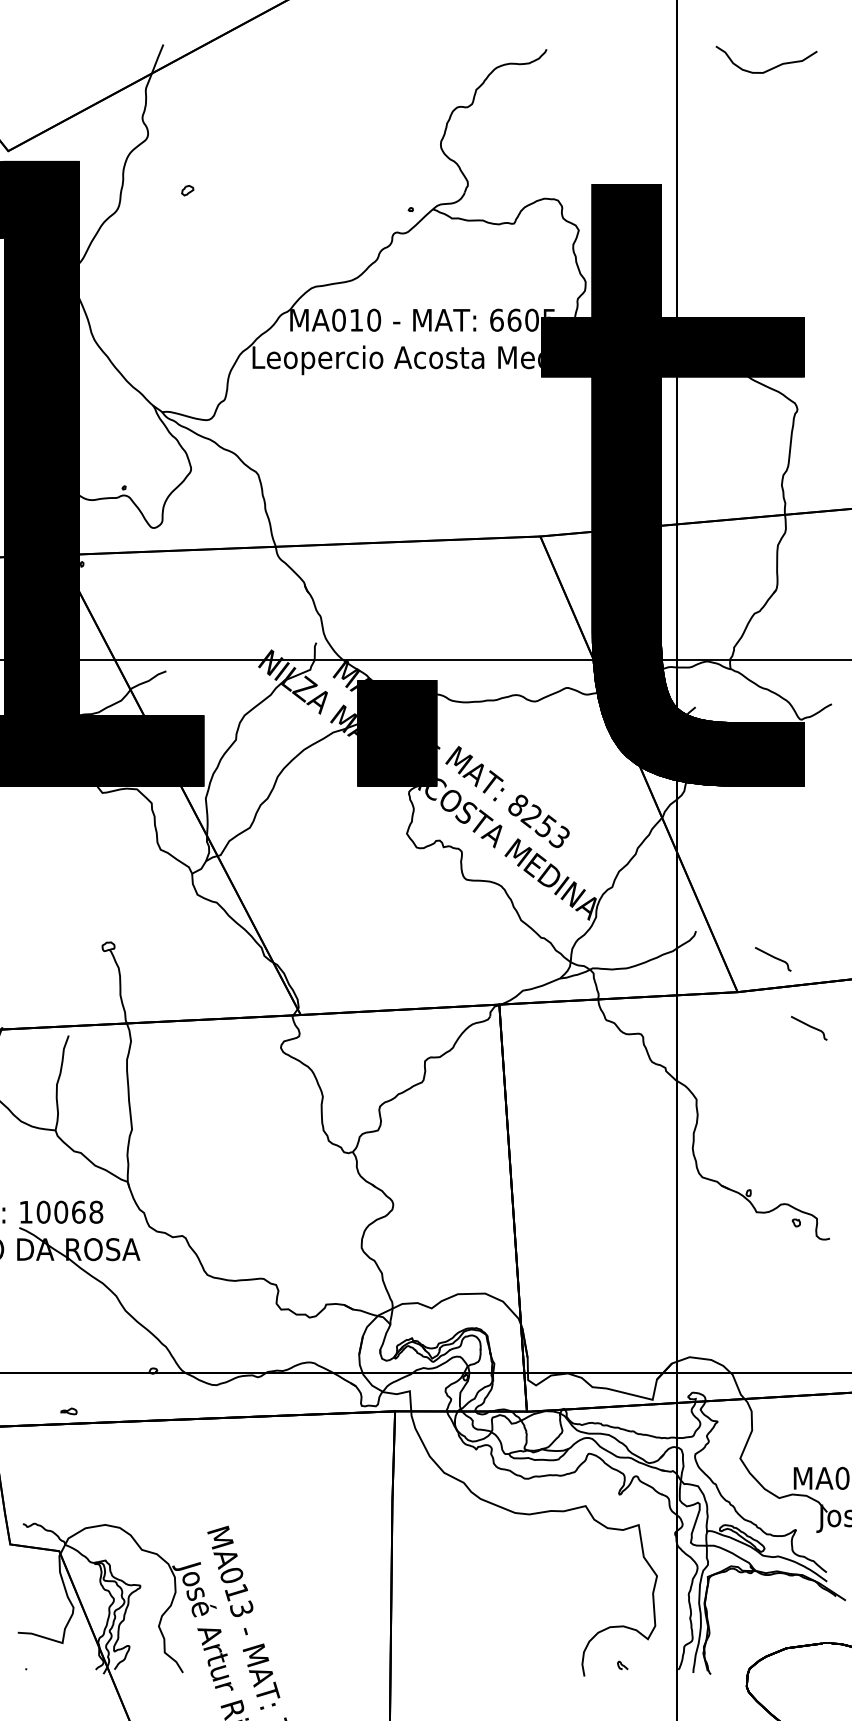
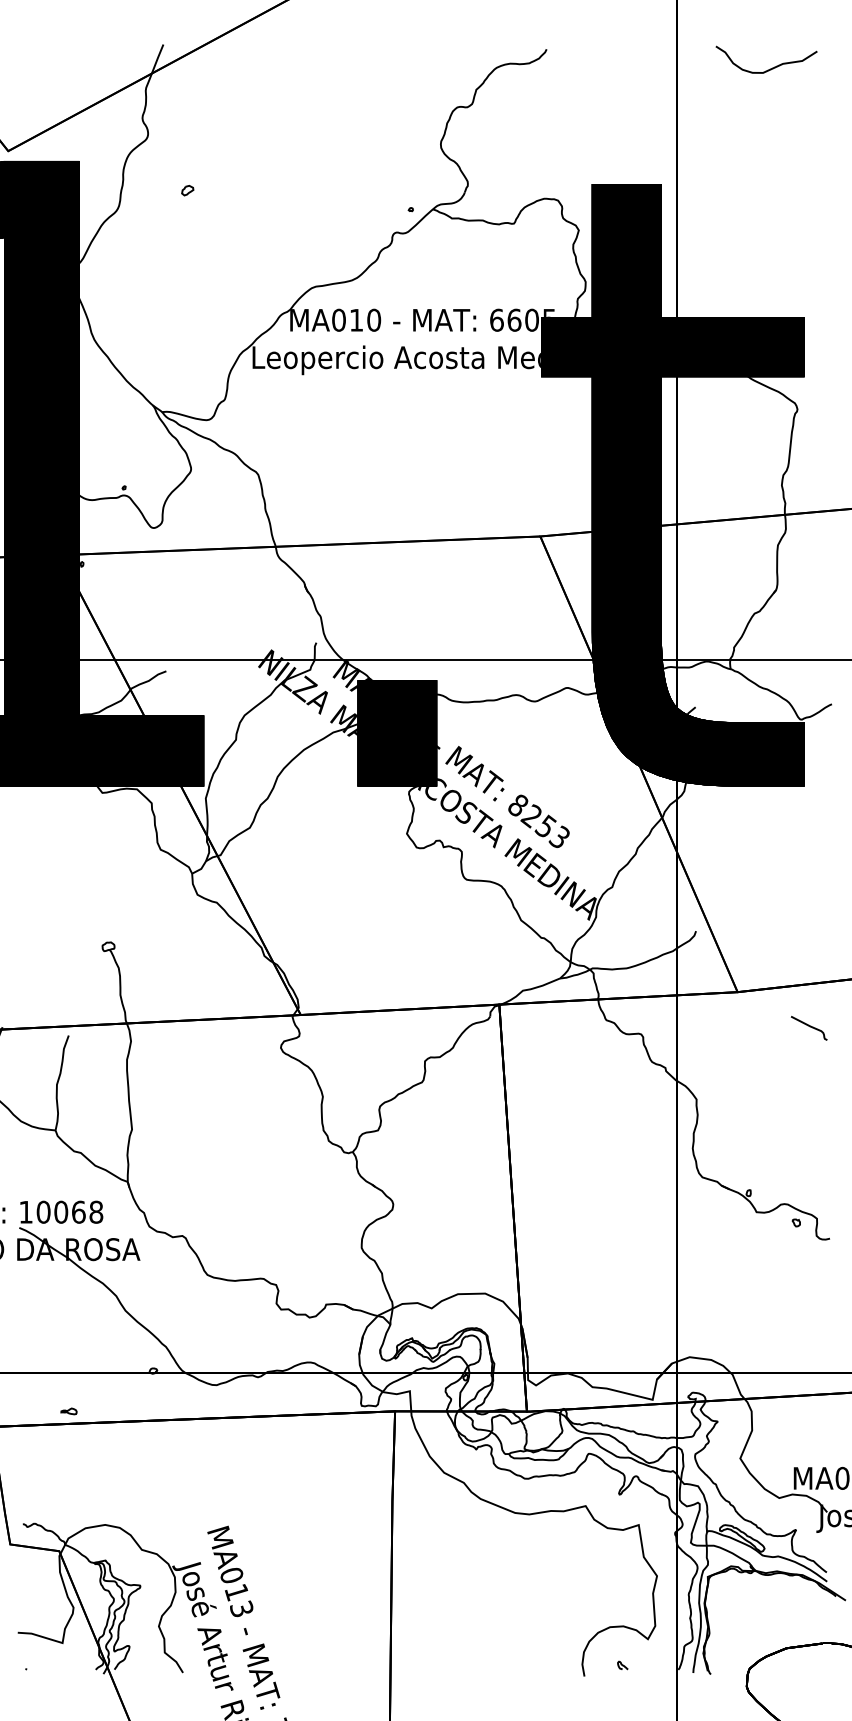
curve at (772, 957): present -> none
